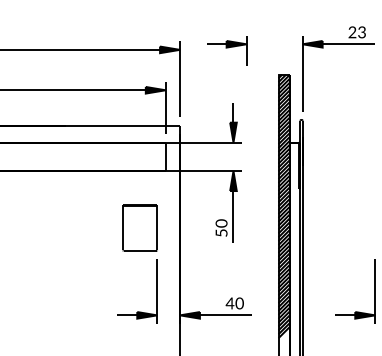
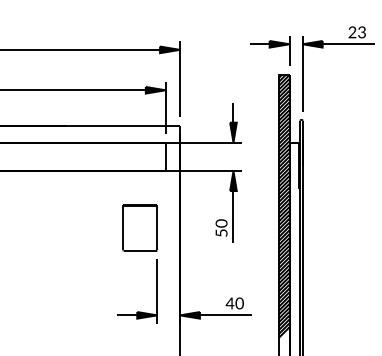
part at (227, 50) position: (227, 50) -> (270, 50)
part at (374, 291): present -> none
